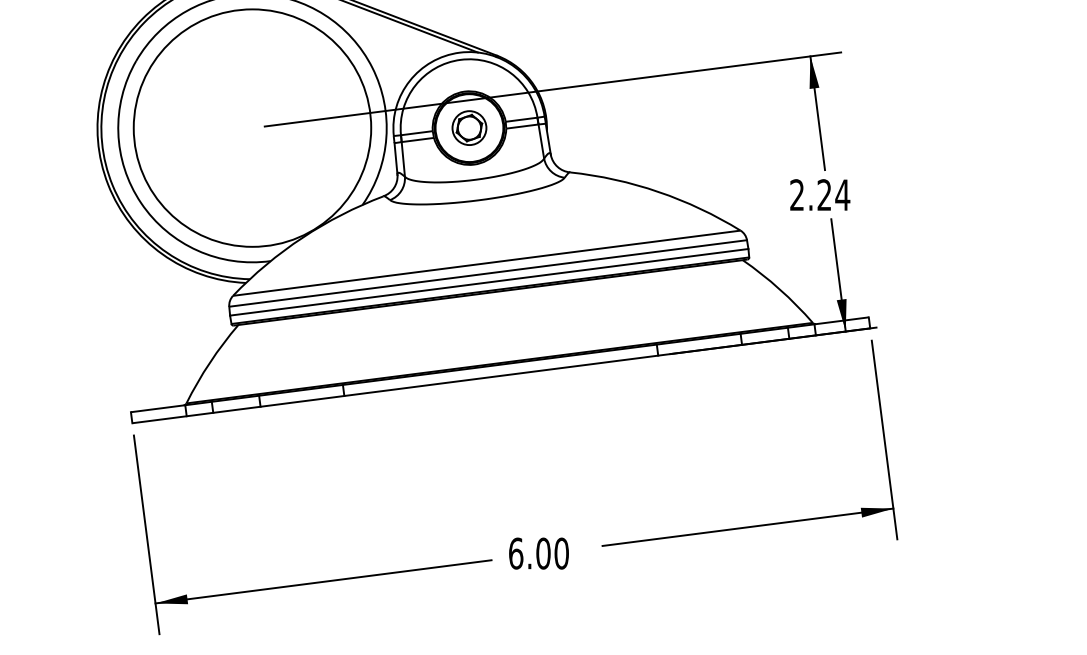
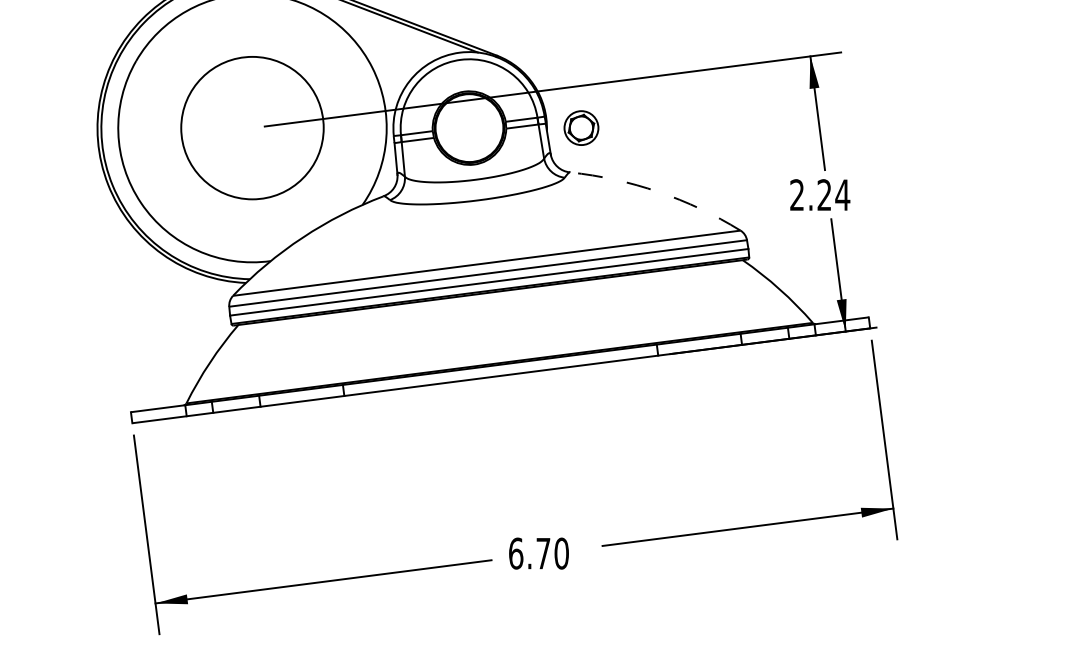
circle at (252, 127) diameter: 237 px -> 142 px
part at (469, 127) position: (469, 127) -> (581, 127)
arc at (658, 191): solid -> dashed
text at (543, 553): 6.00 -> 6.70
